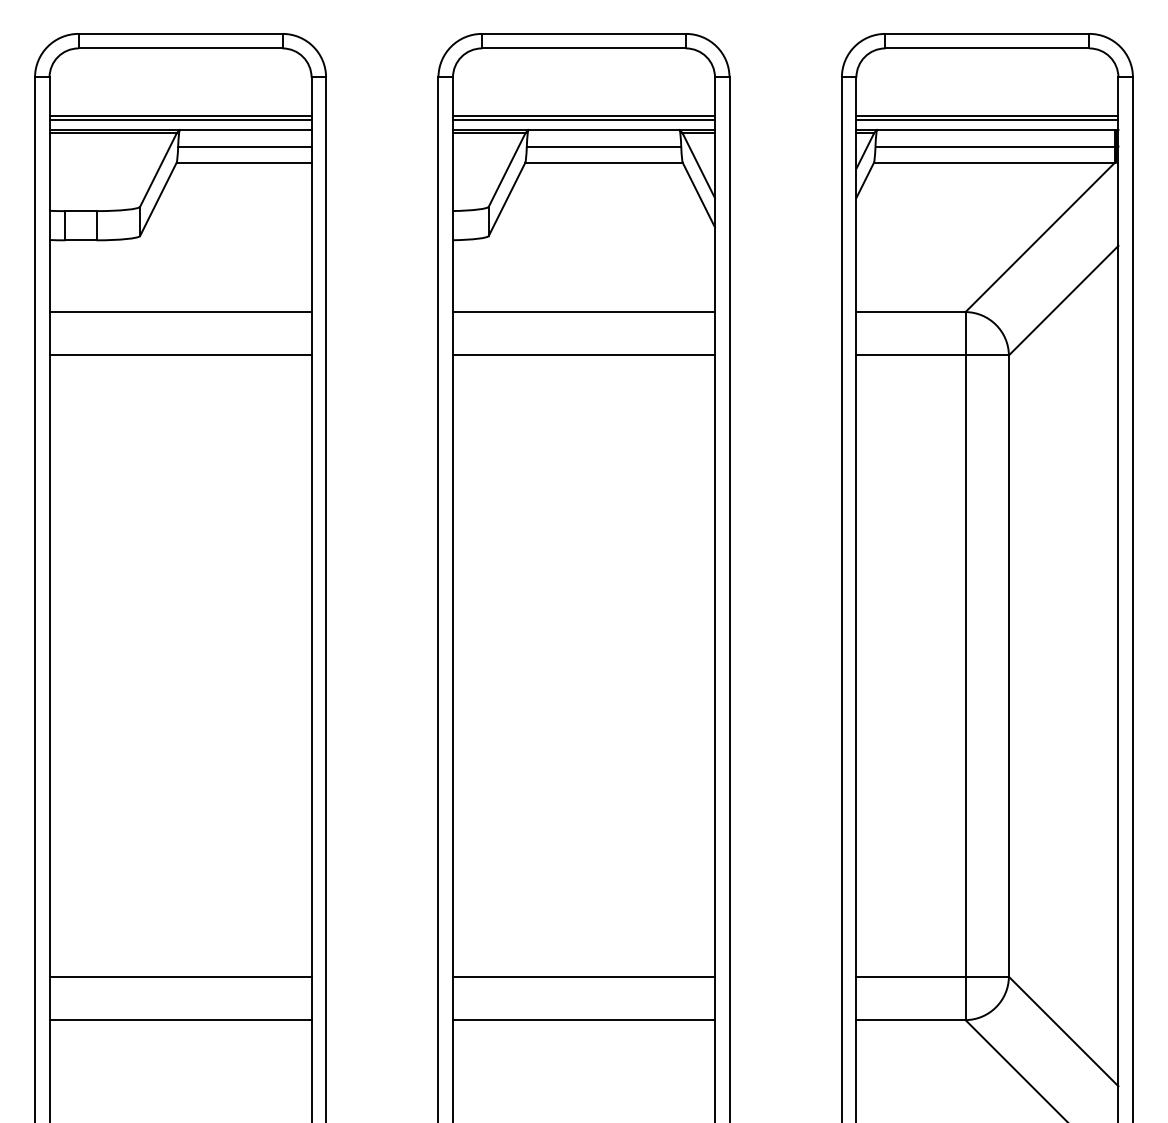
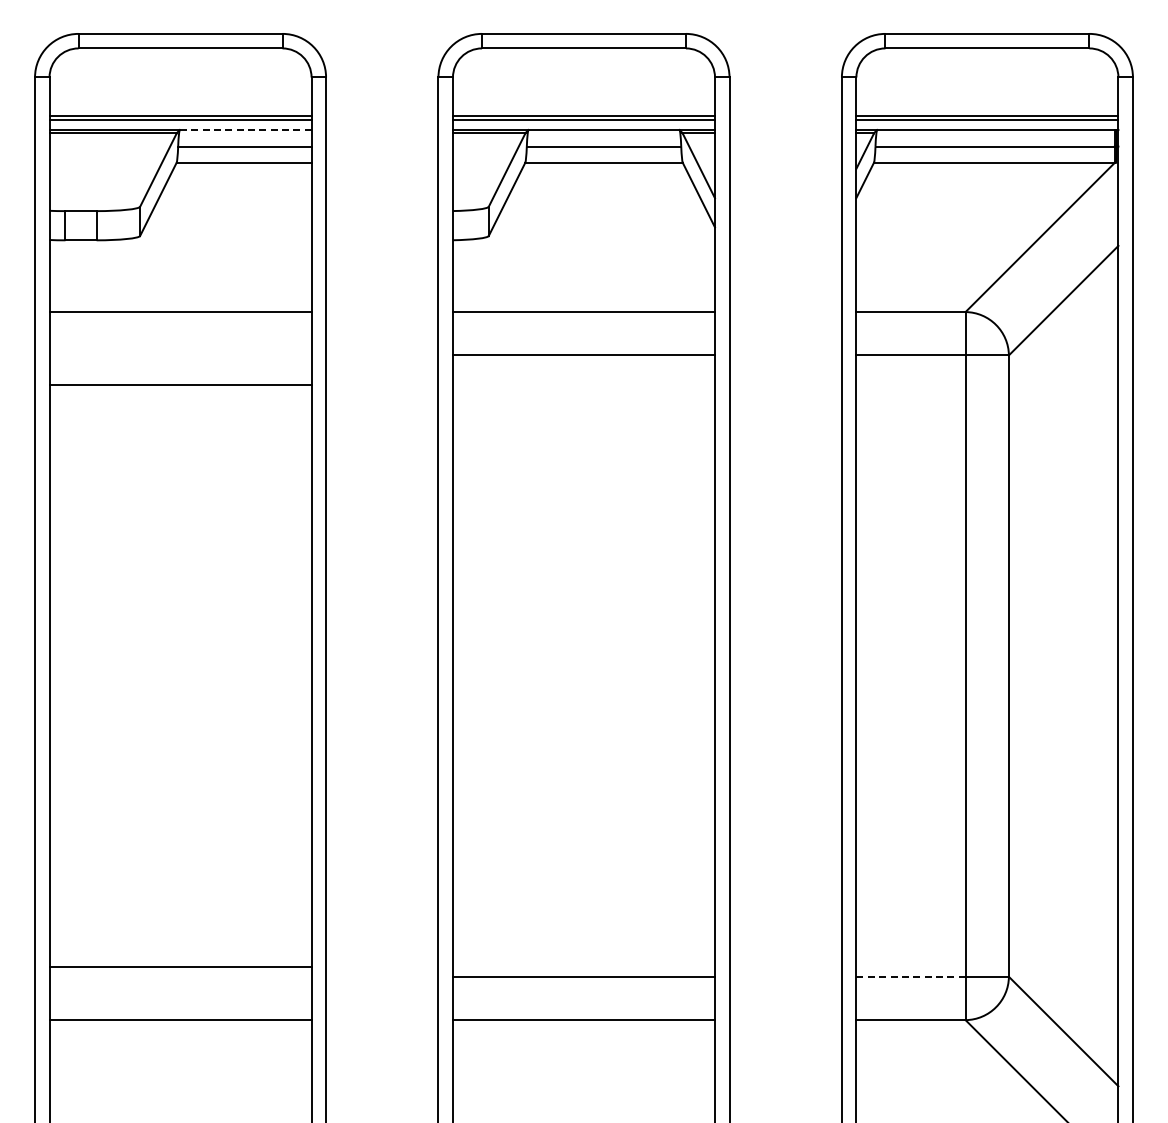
line at (245, 130): solid -> dashed
line at (180, 355) position: (180, 355) -> (180, 385)
line at (180, 976) position: (180, 976) -> (180, 966)
line at (911, 976): solid -> dashed
